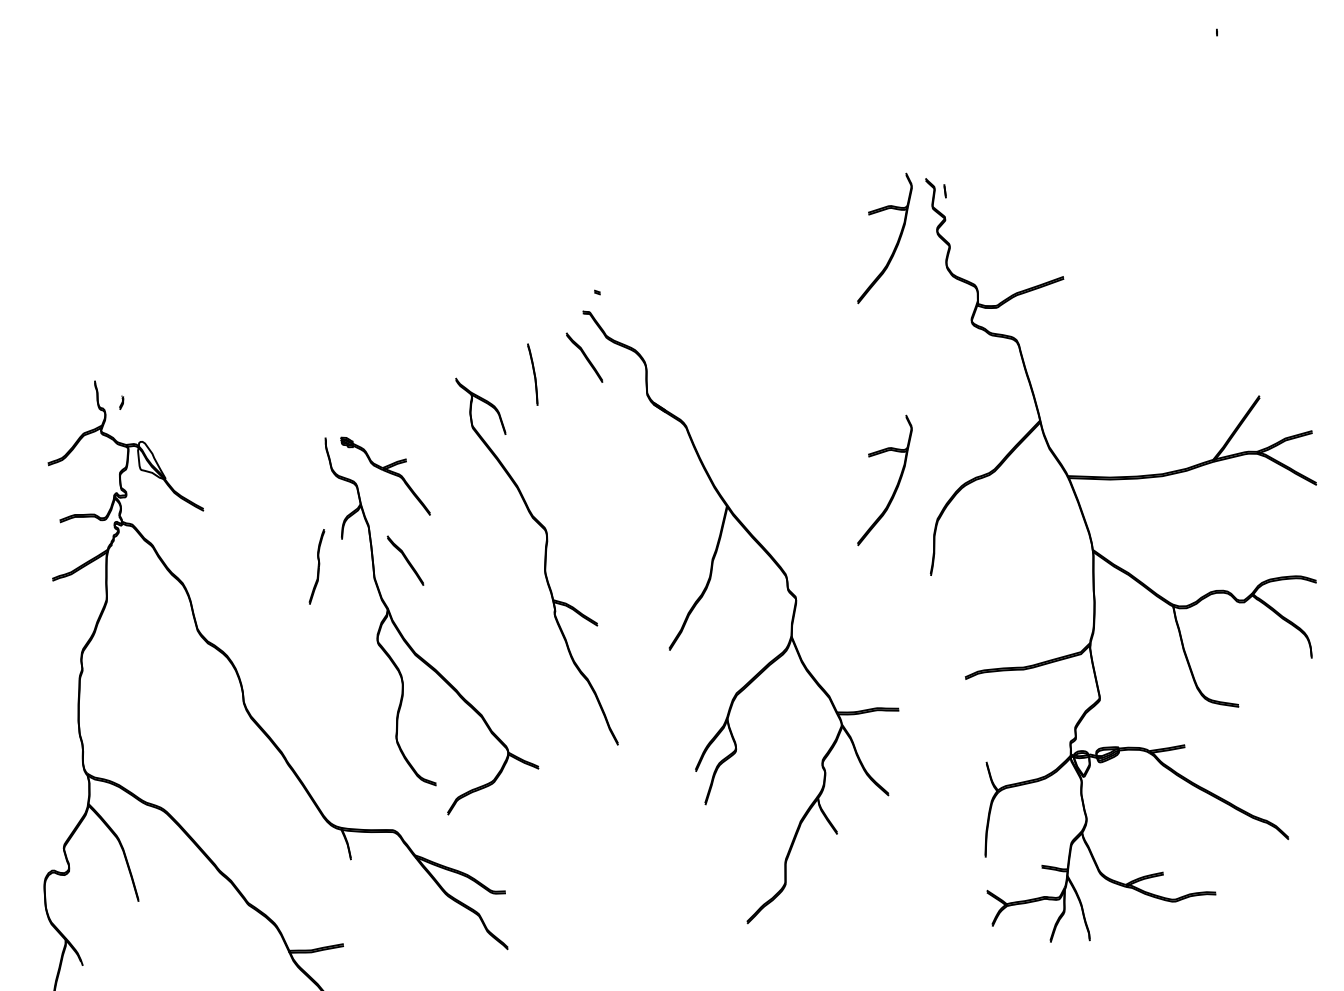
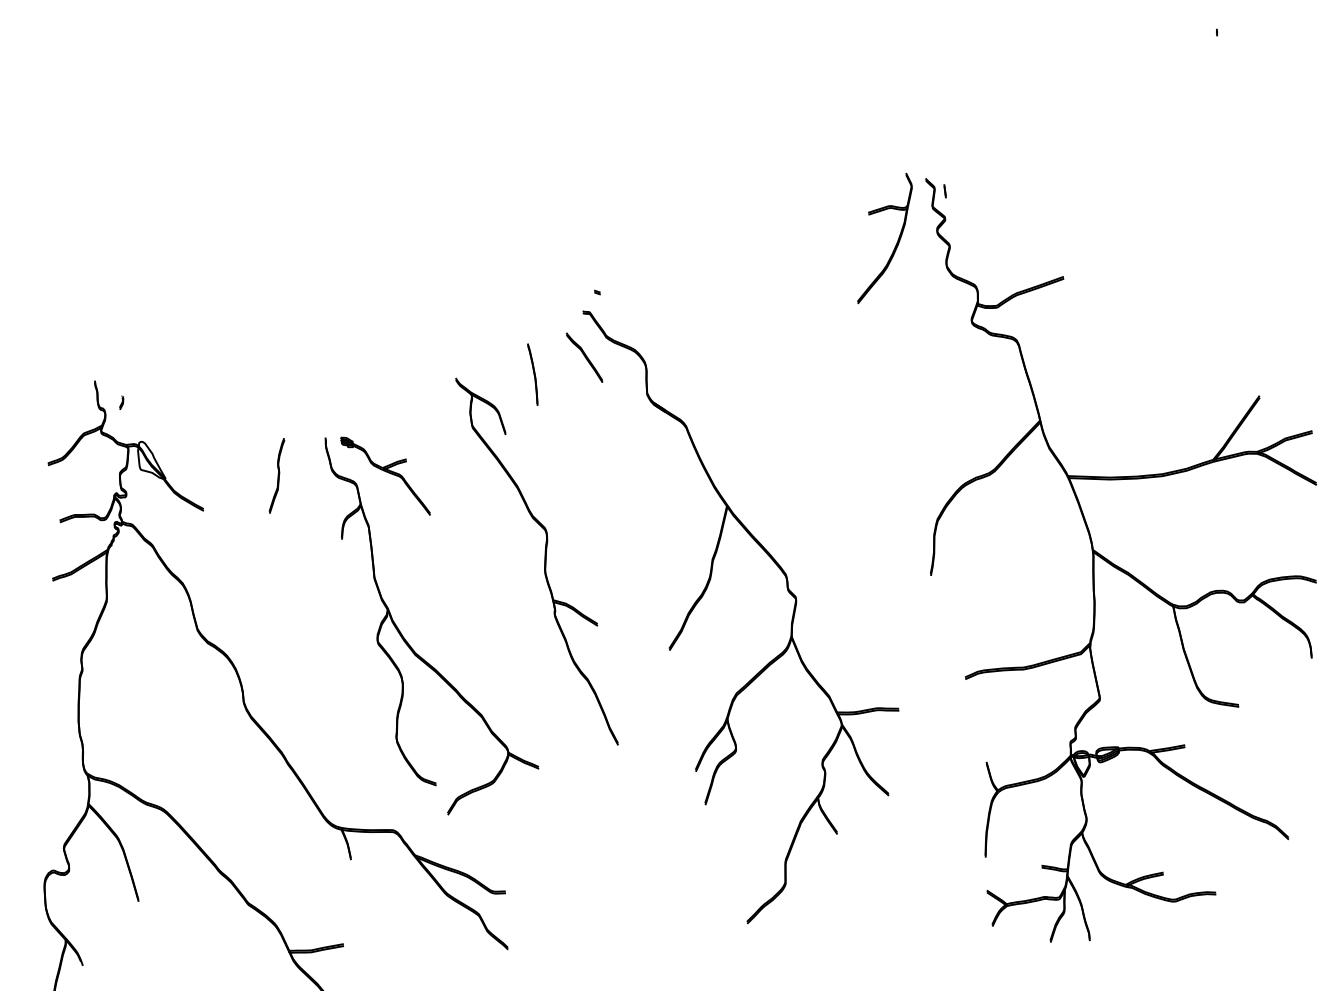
part at (895, 486): present -> none
part at (405, 560): present -> none
part at (316, 566) position: (316, 566) -> (276, 475)
